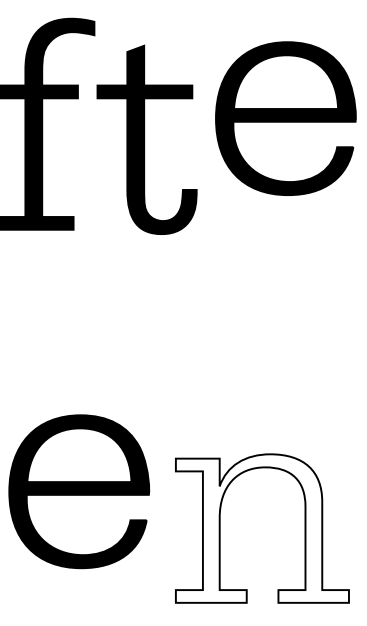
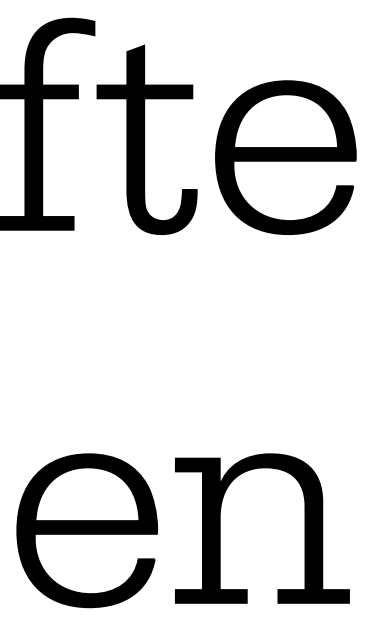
part at (285, 118) position: (285, 118) -> (285, 157)
part at (79, 491) position: (79, 491) -> (87, 530)
fill at (261, 528): none -> present
